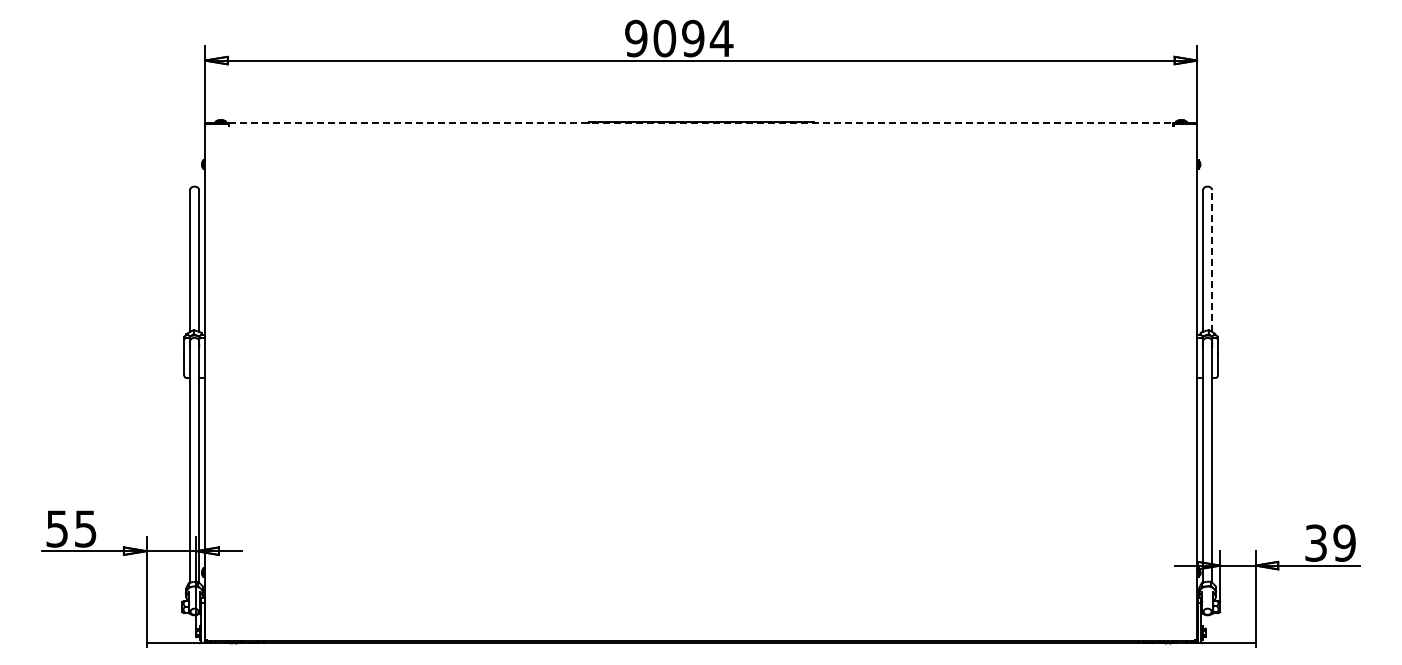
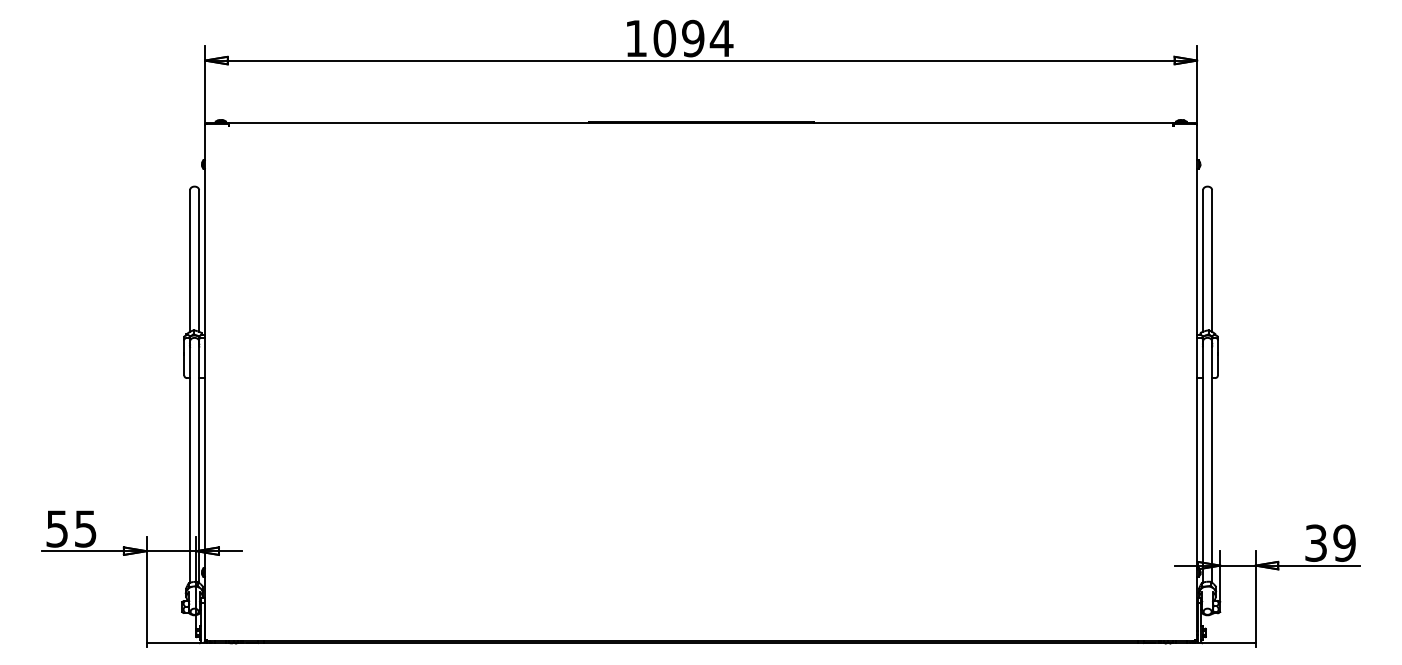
text at (636, 38): 9094 -> 1094
line at (701, 123): dashed -> solid
line at (1212, 260): dashed -> solid
